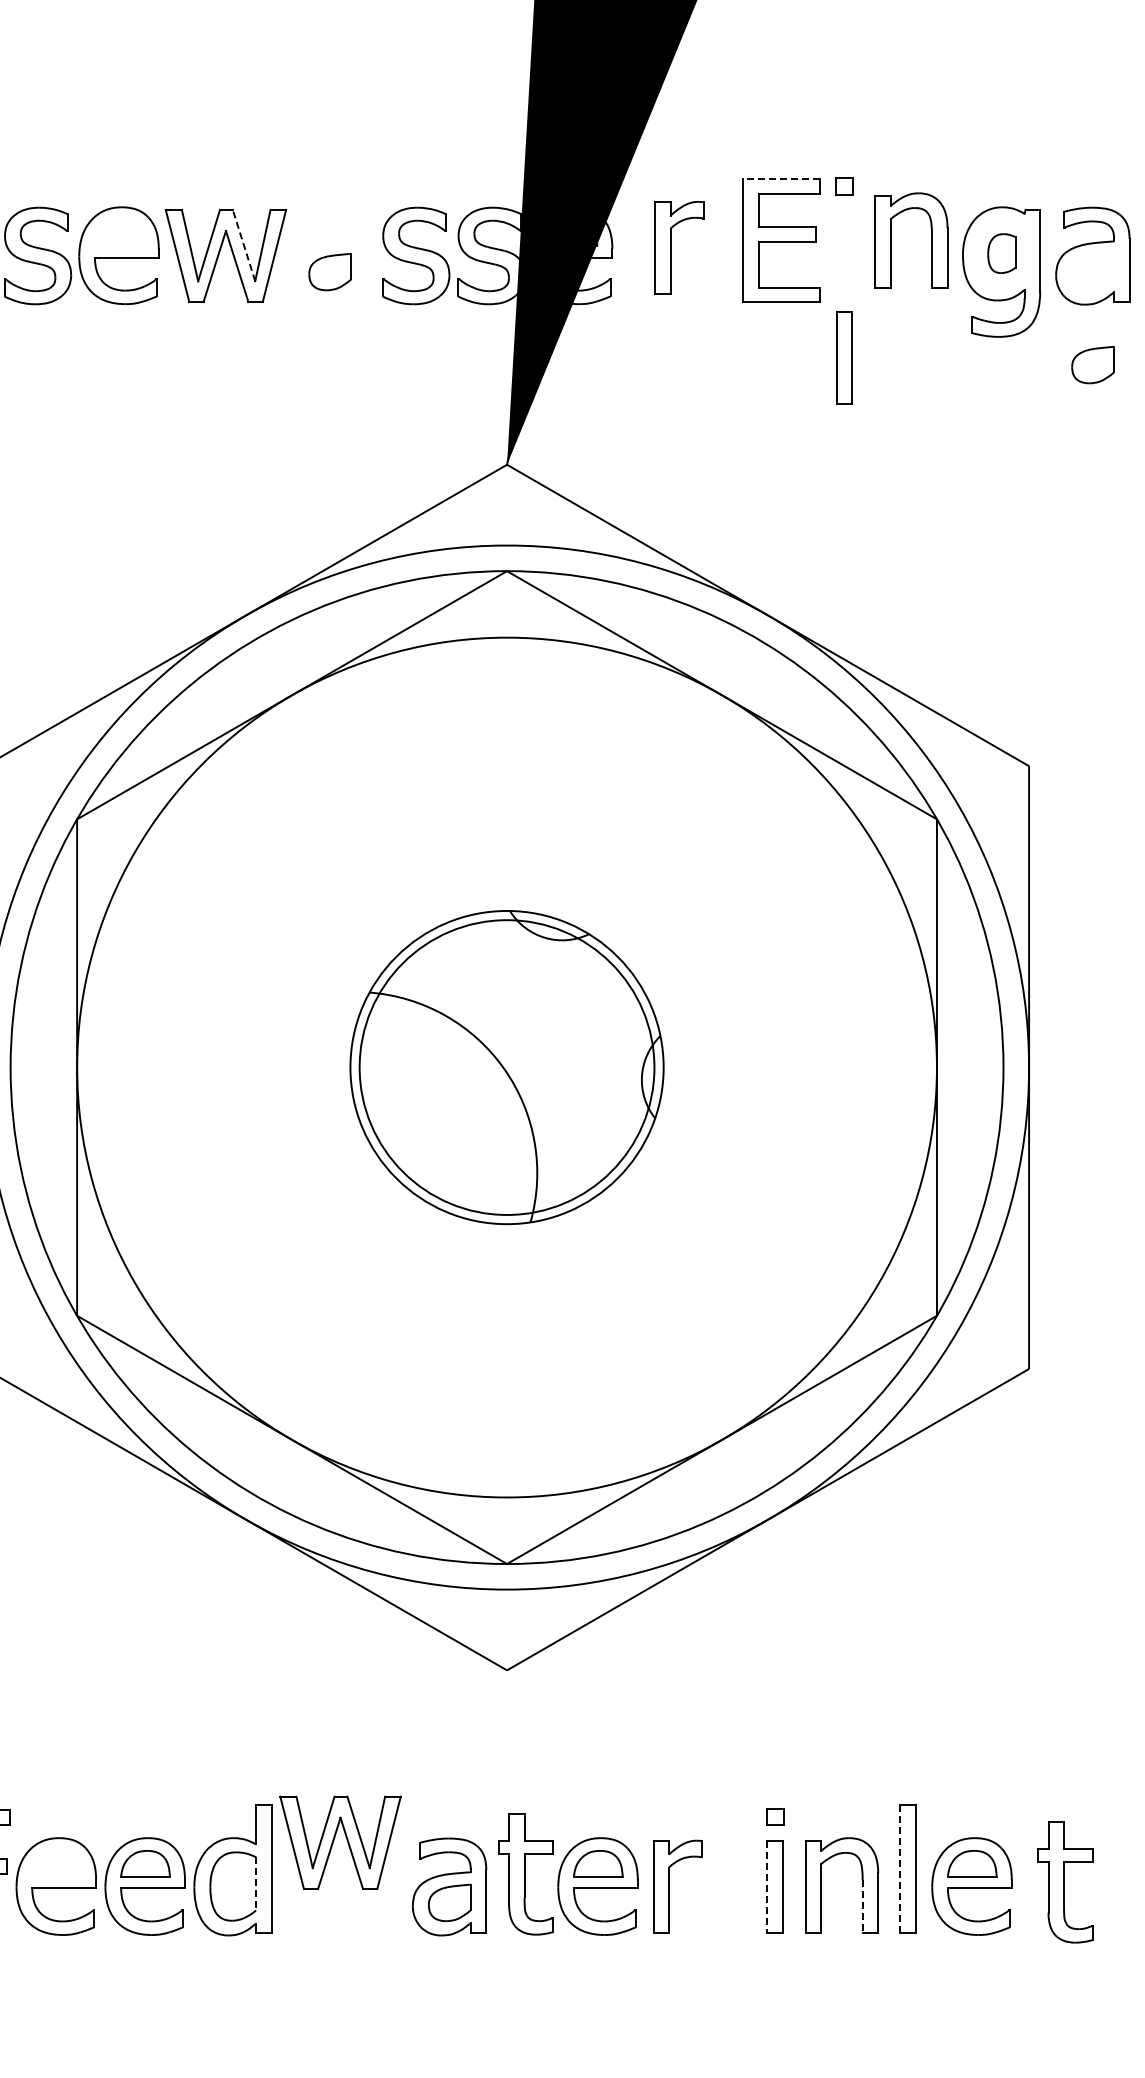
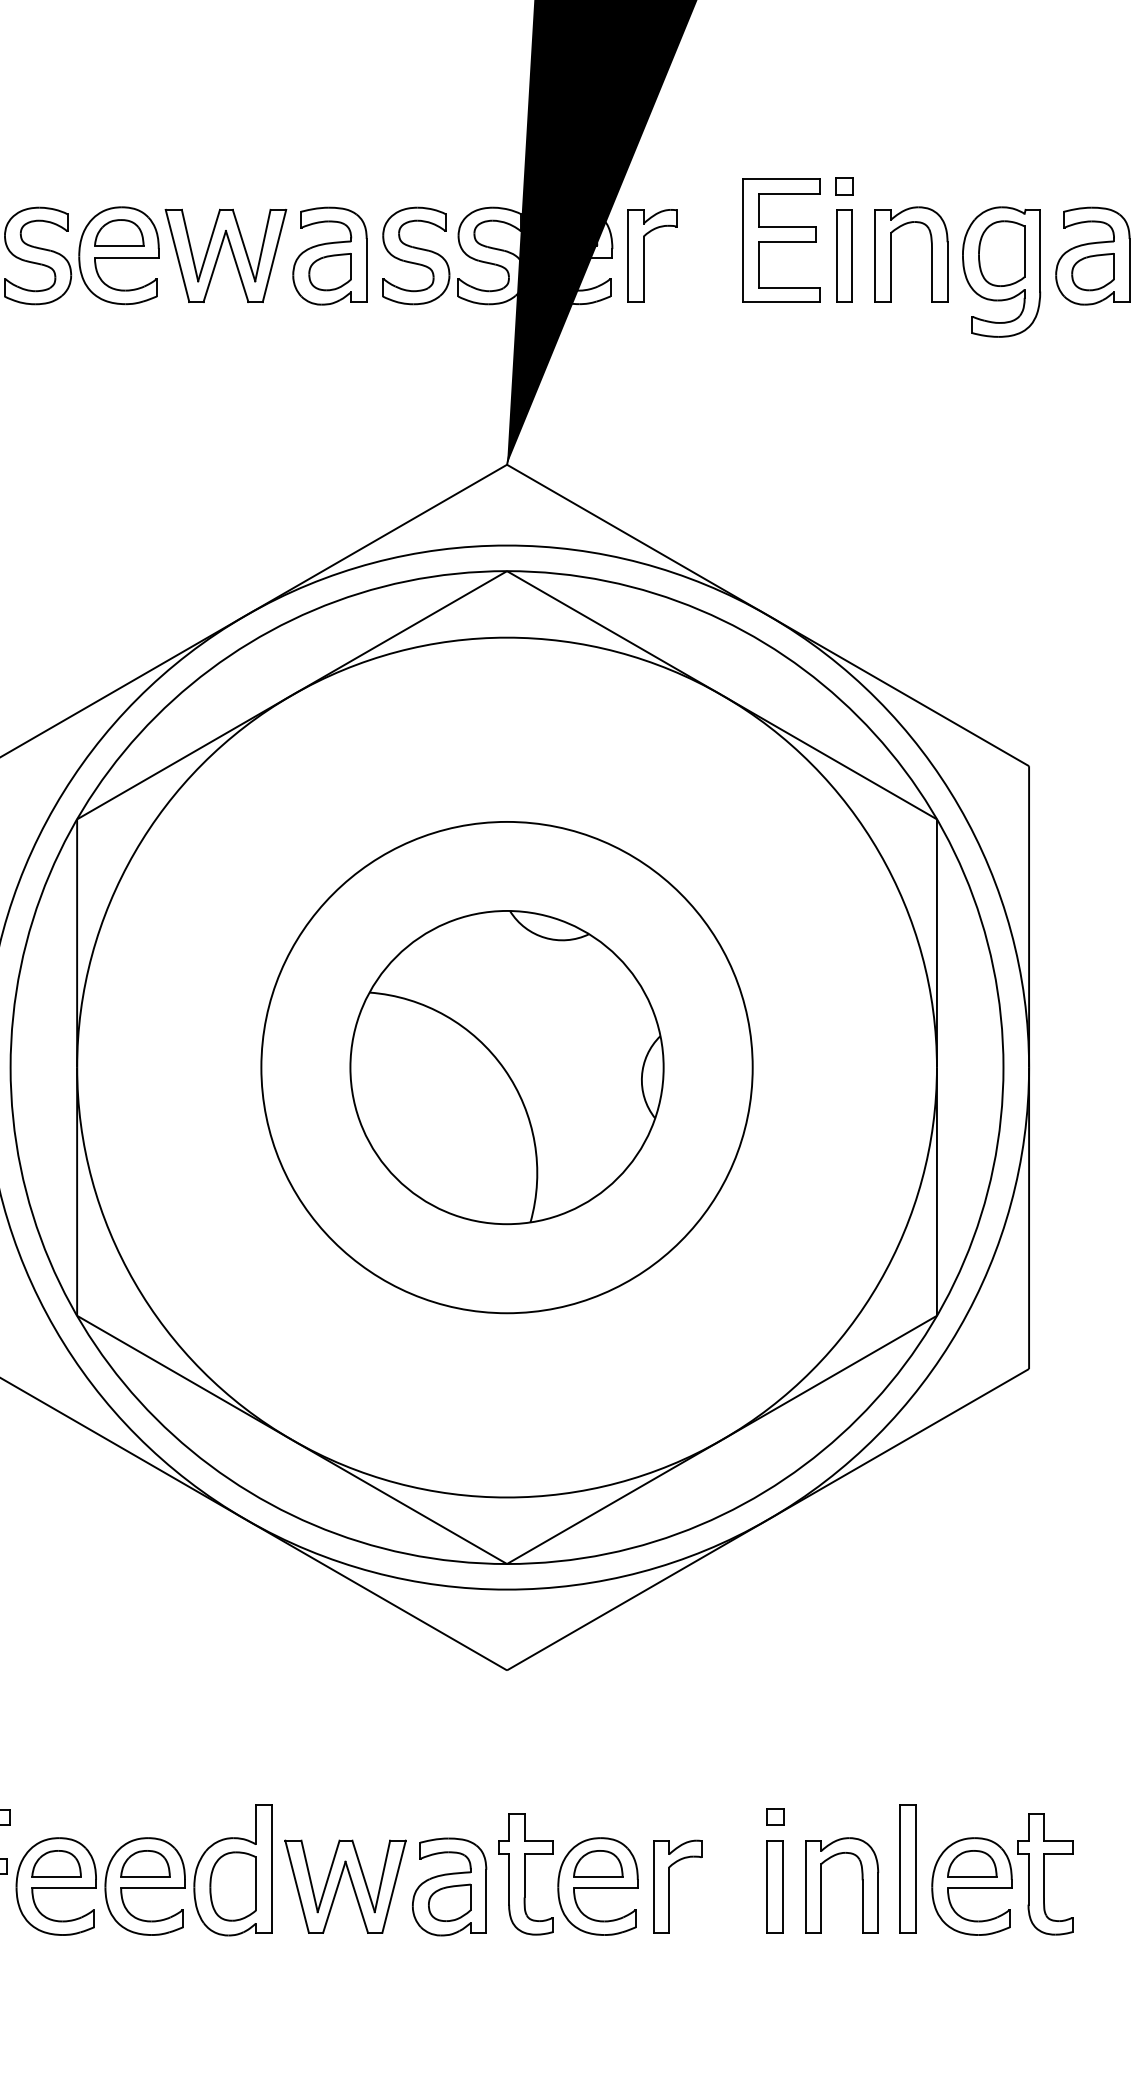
line at (780, 179): dashed -> solid
part at (119, 232): none -> present
part at (891, 240) position: (891, 240) -> (891, 254)
line at (243, 245): dashed -> solid
part at (671, 247) position: (671, 247) -> (644, 255)
part at (1001, 253) size: 30x41 px -> 48x67 px
part at (329, 255): none -> present
part at (844, 357) position: (844, 357) -> (844, 255)
part at (1092, 365) position: (1092, 365) -> (1092, 272)
circle at (506, 1067) diameter: 295 px -> 491 px
part at (334, 1840) position: (334, 1840) -> (339, 1884)
part at (56, 1863): none -> present
line at (900, 1869): dashed -> solid
part at (1065, 1882) position: (1065, 1882) -> (1045, 1874)
line at (256, 1883): dashed -> solid
line at (767, 1887): dashed -> solid
line at (862, 1907): dashed -> solid
